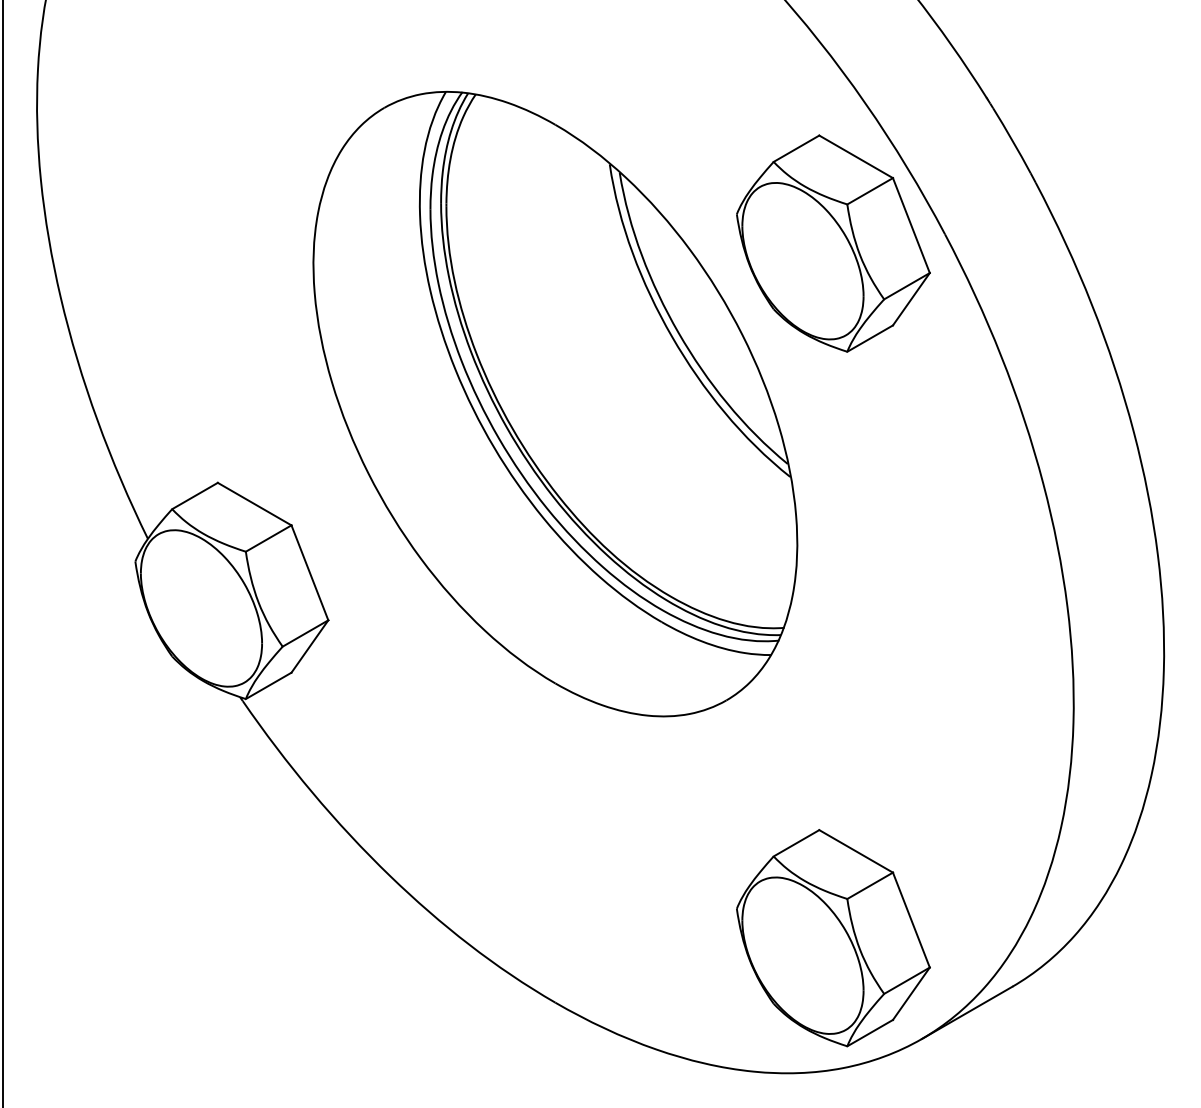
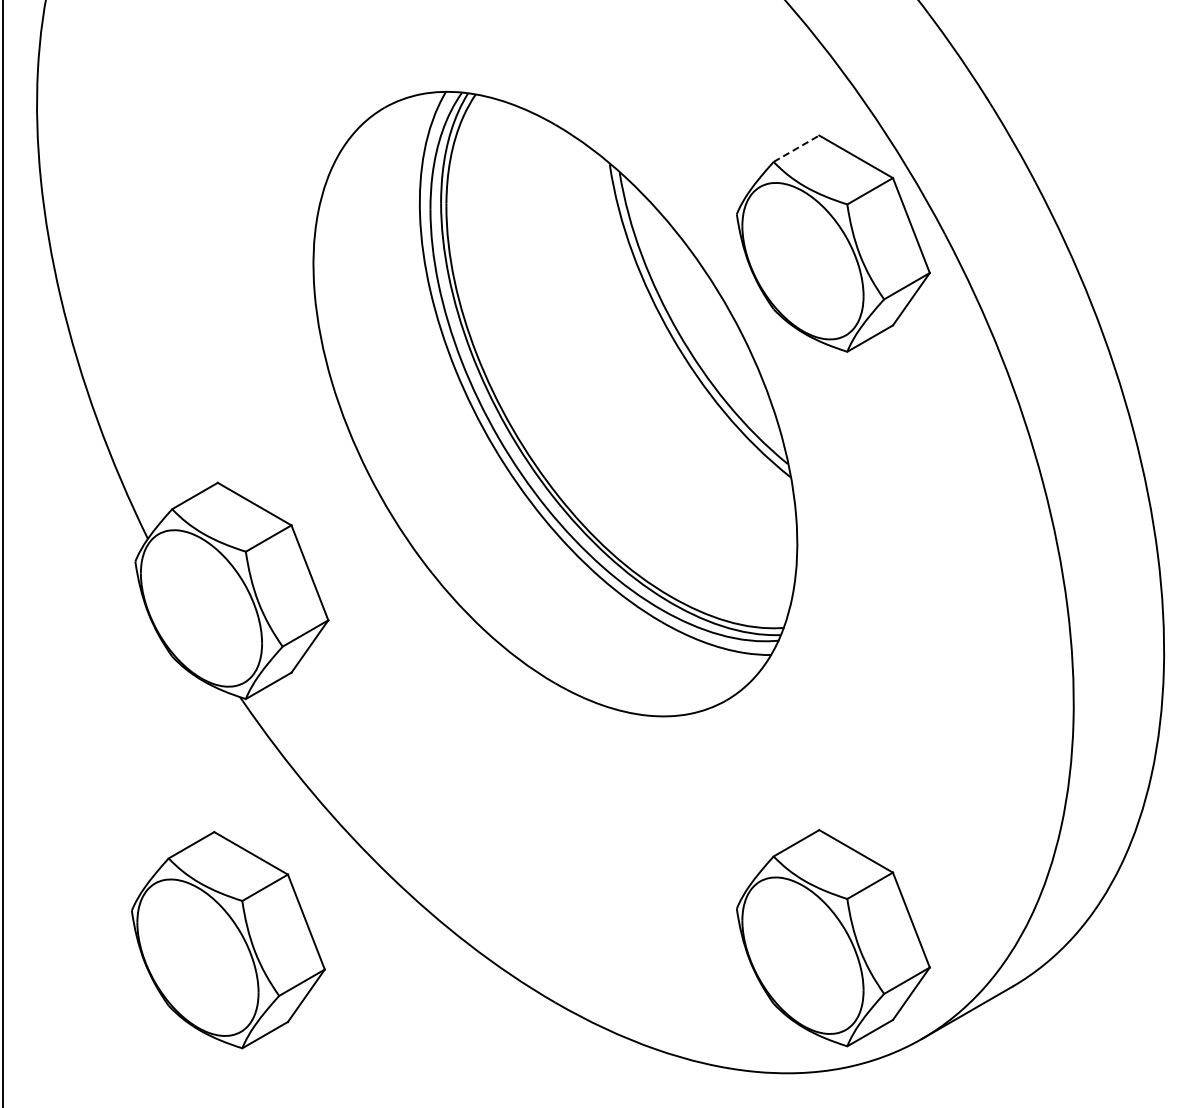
line at (796, 148): solid -> dashed
part at (228, 940): none -> present
